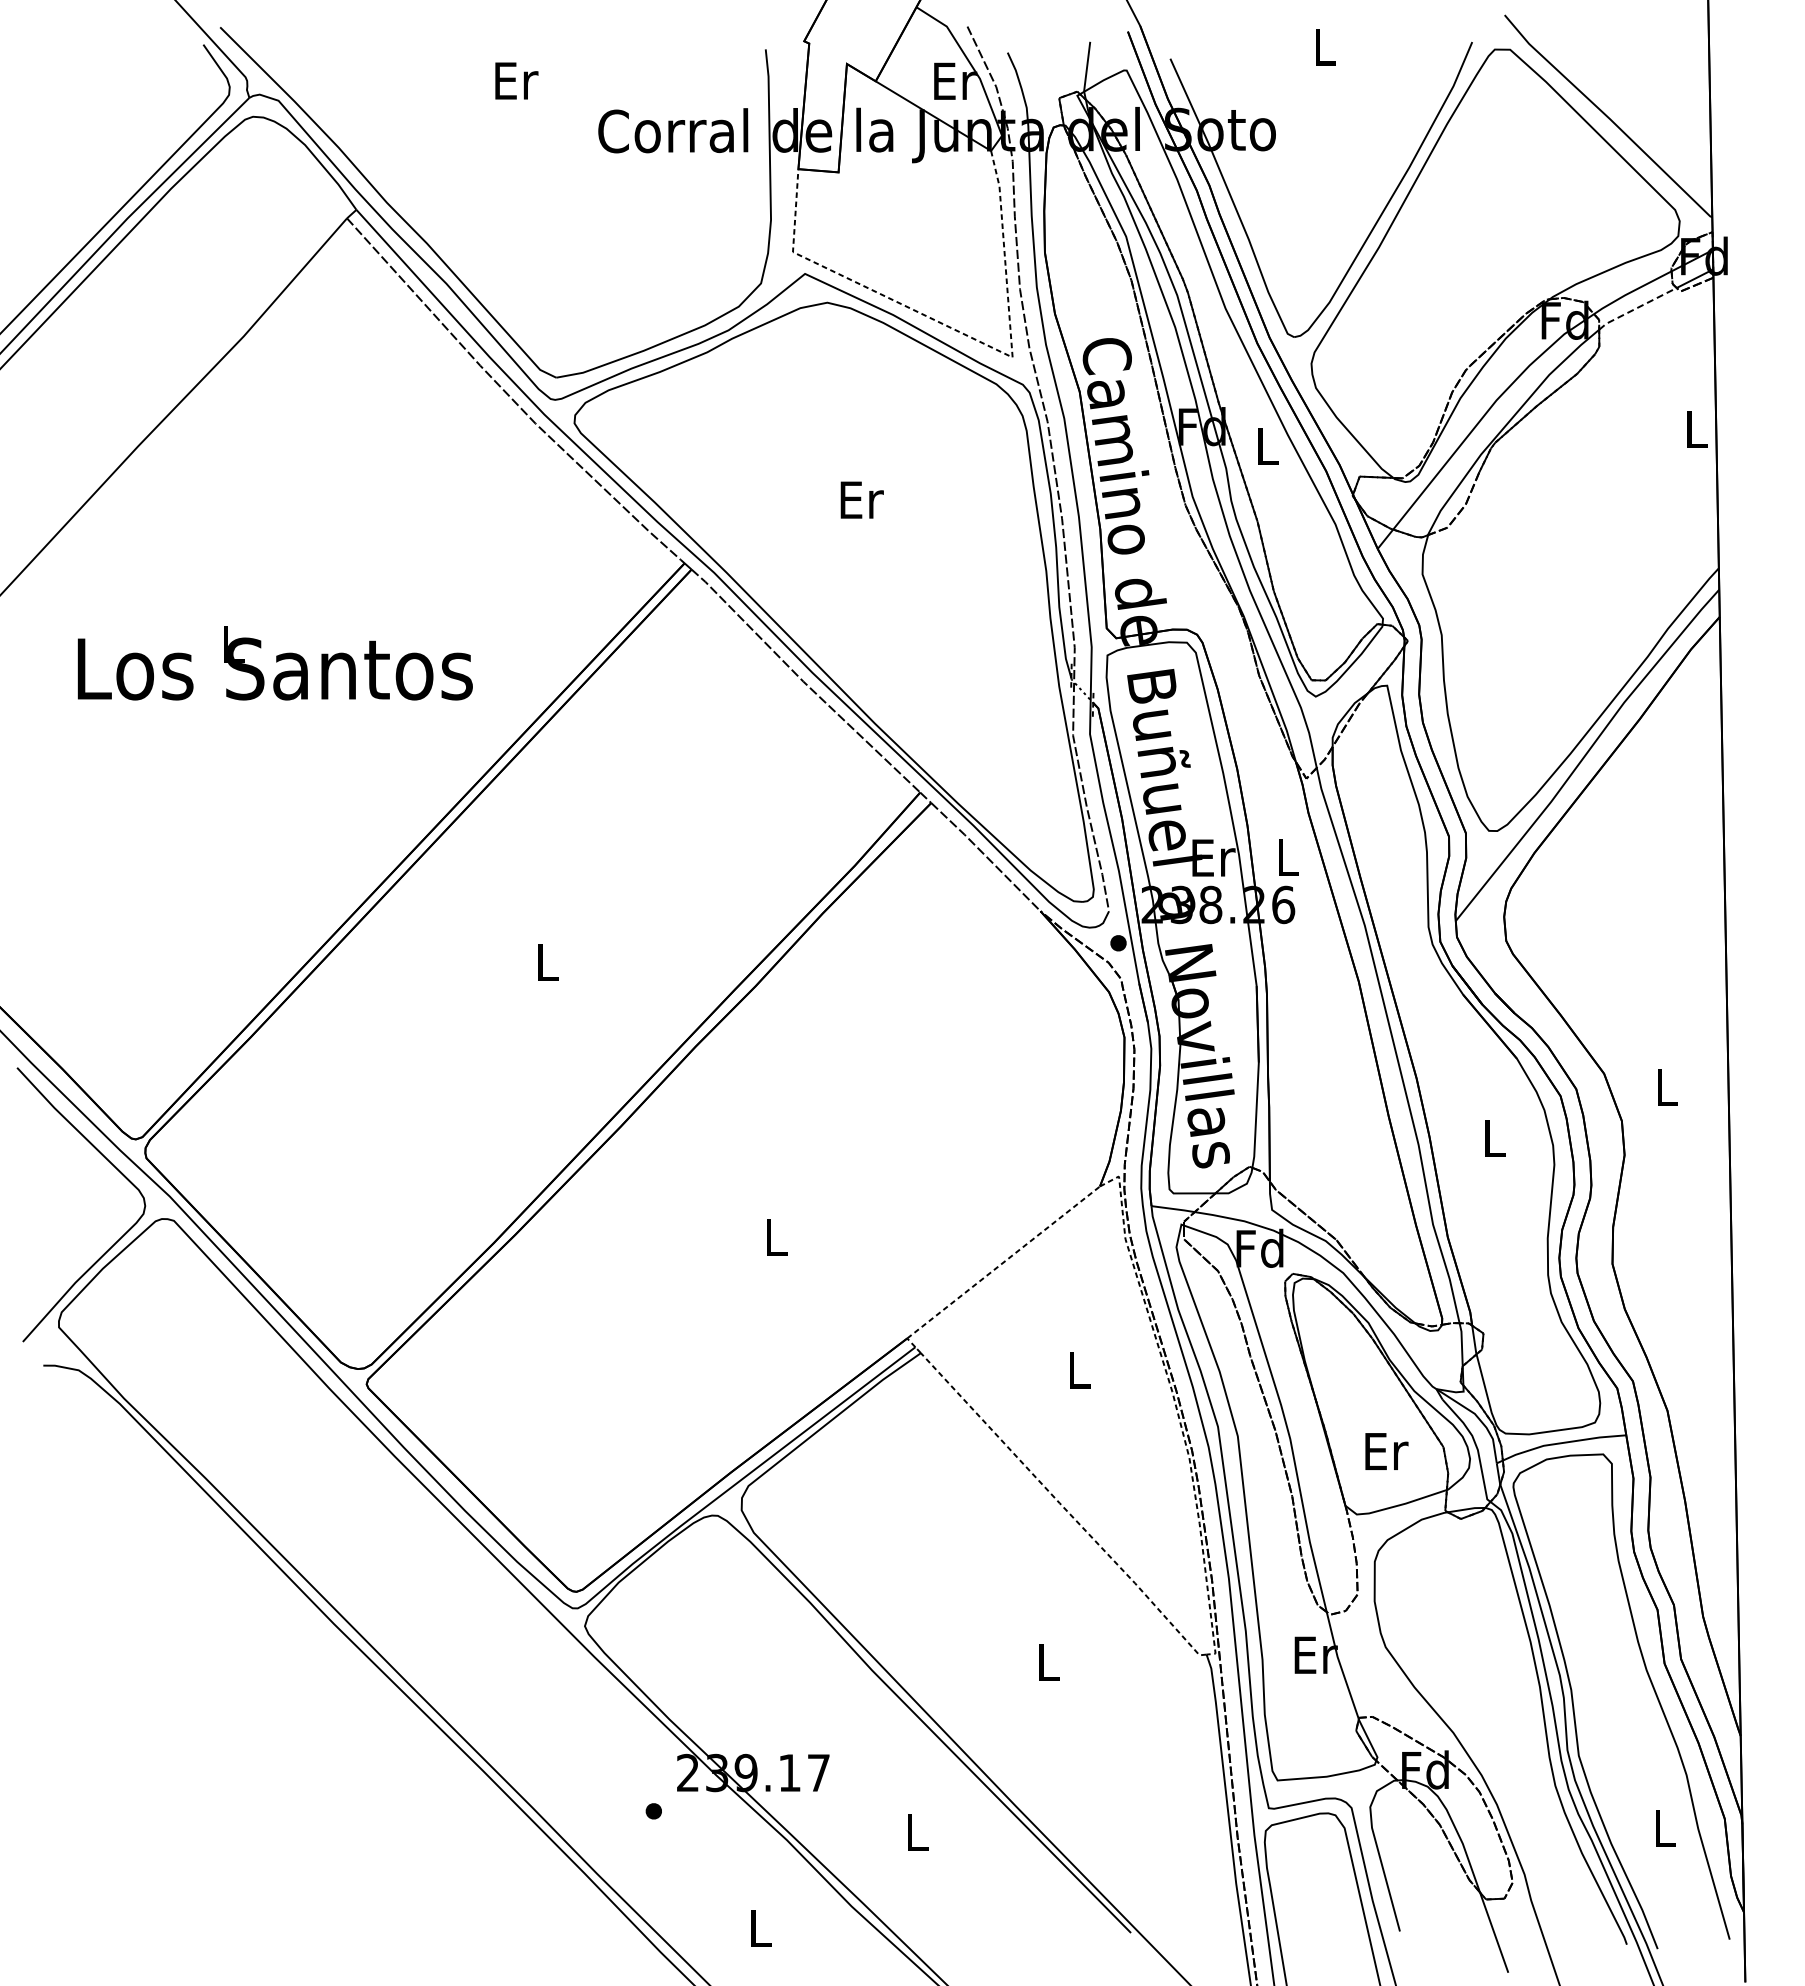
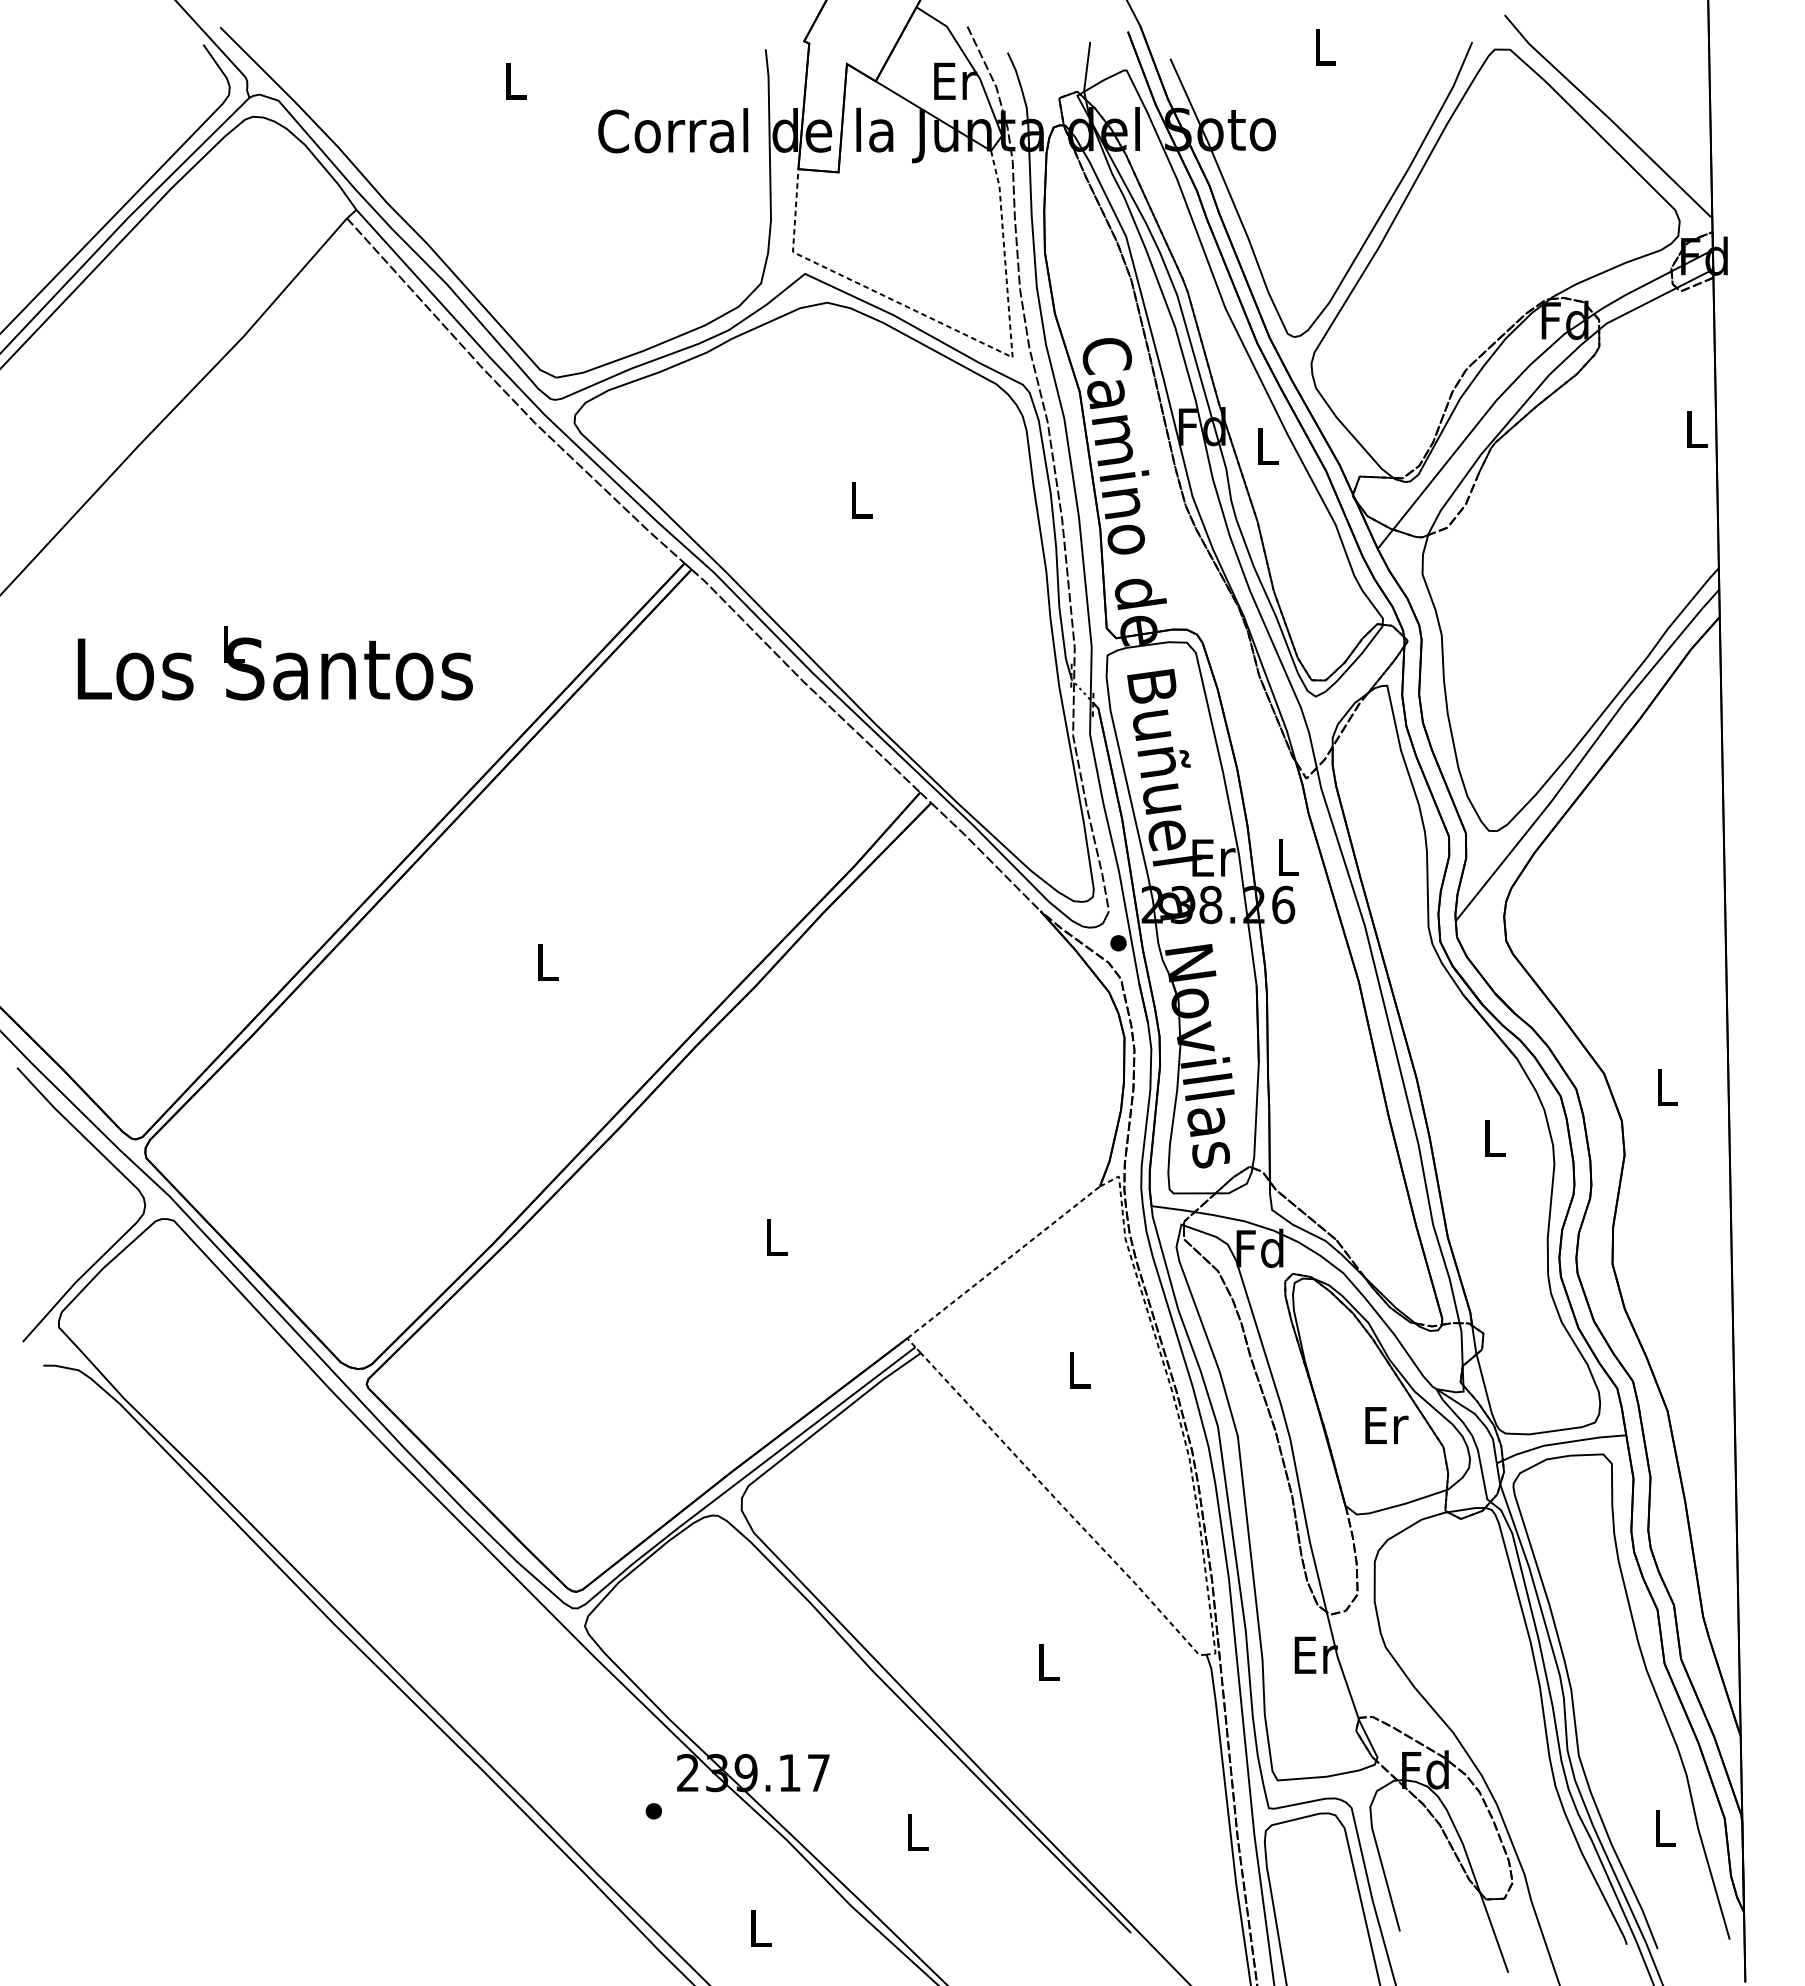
text at (516, 80): Er -> L
line at (1636, 308): dashed -> solid
text at (861, 499): Er -> L
text at (1386, 1451) position: (1386, 1451) -> (1386, 1425)
